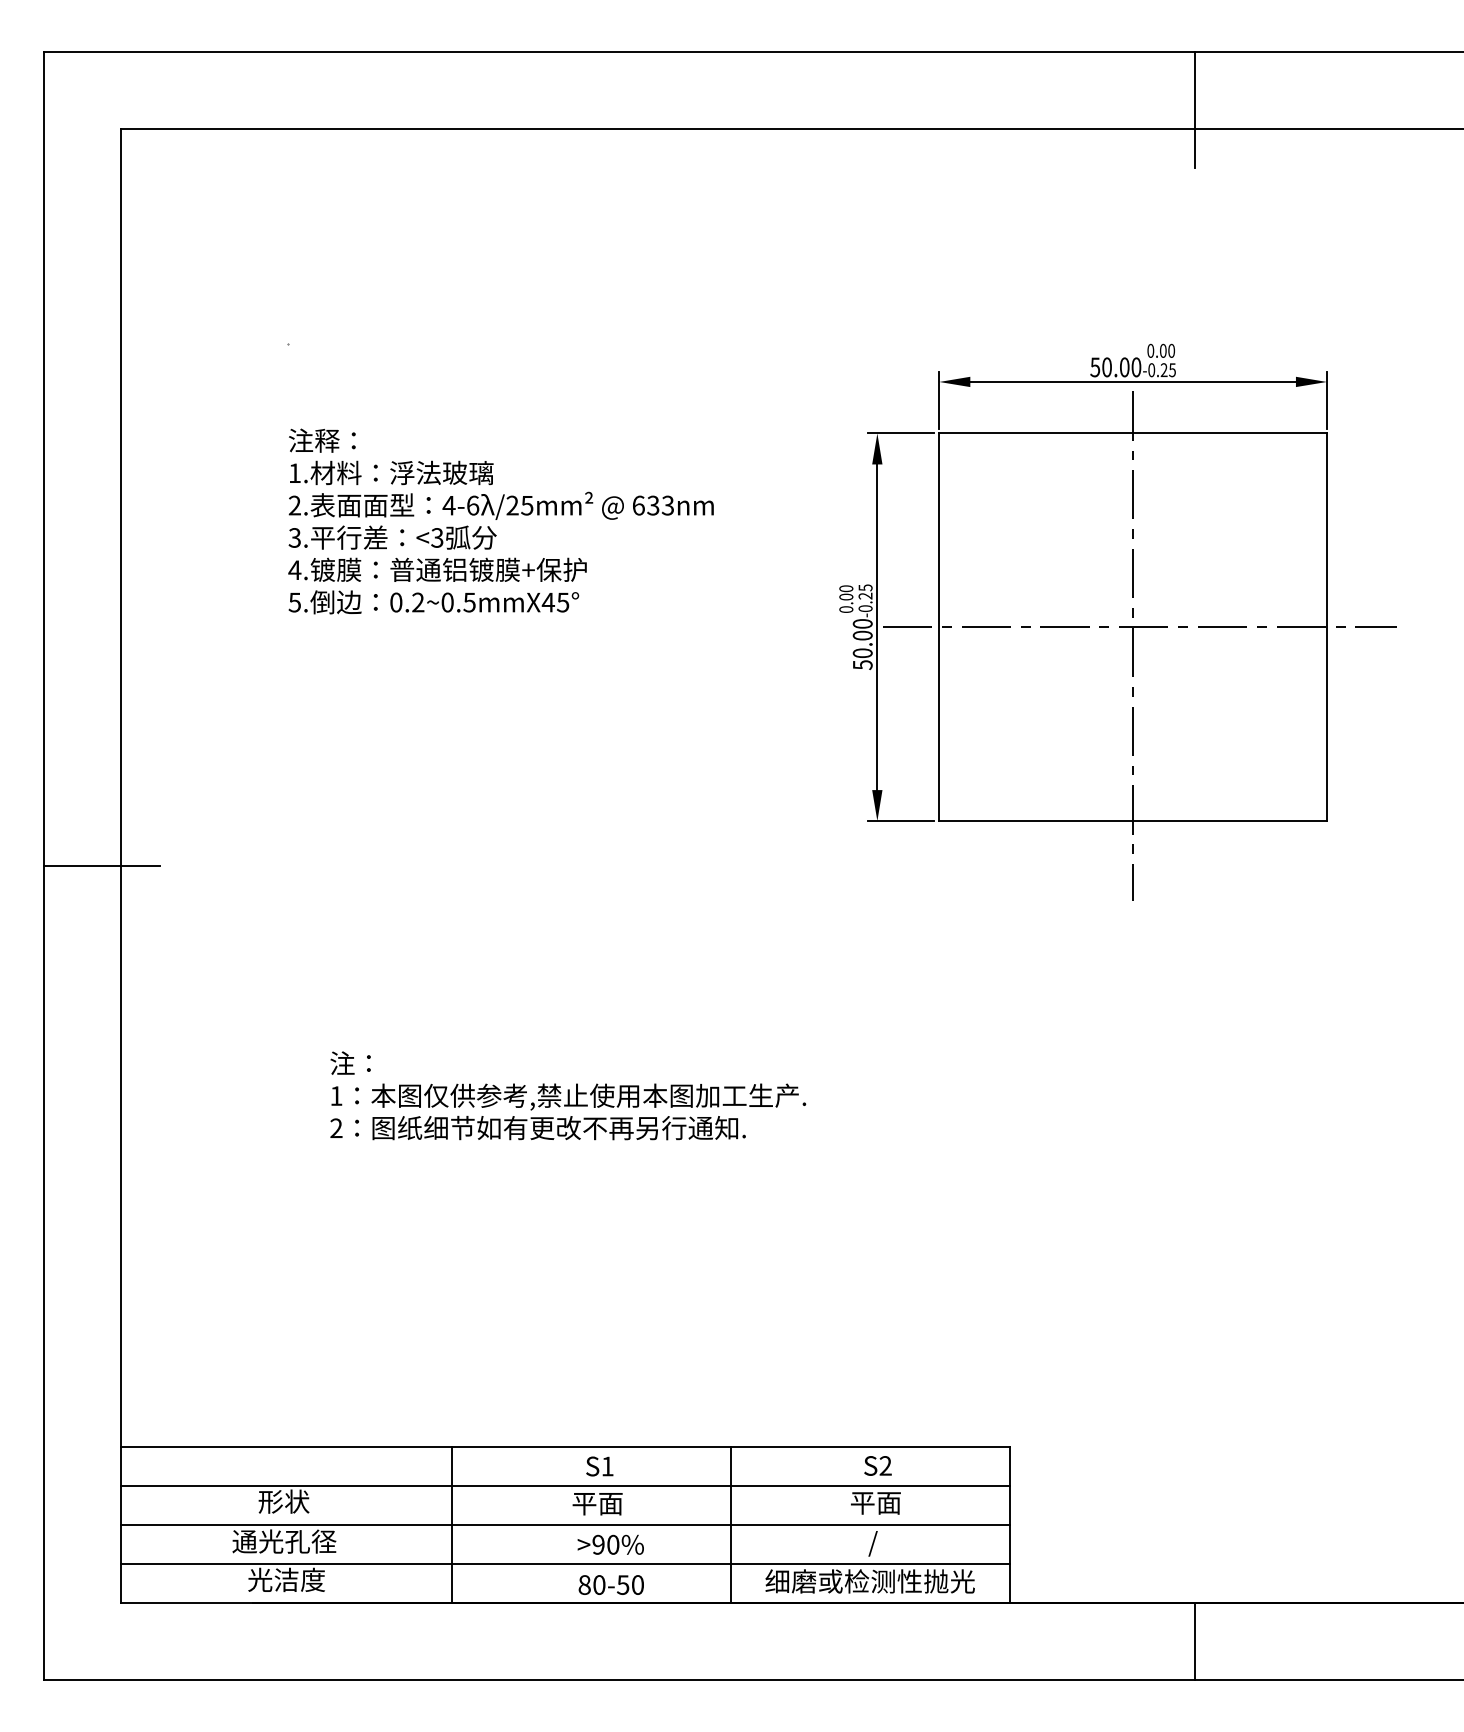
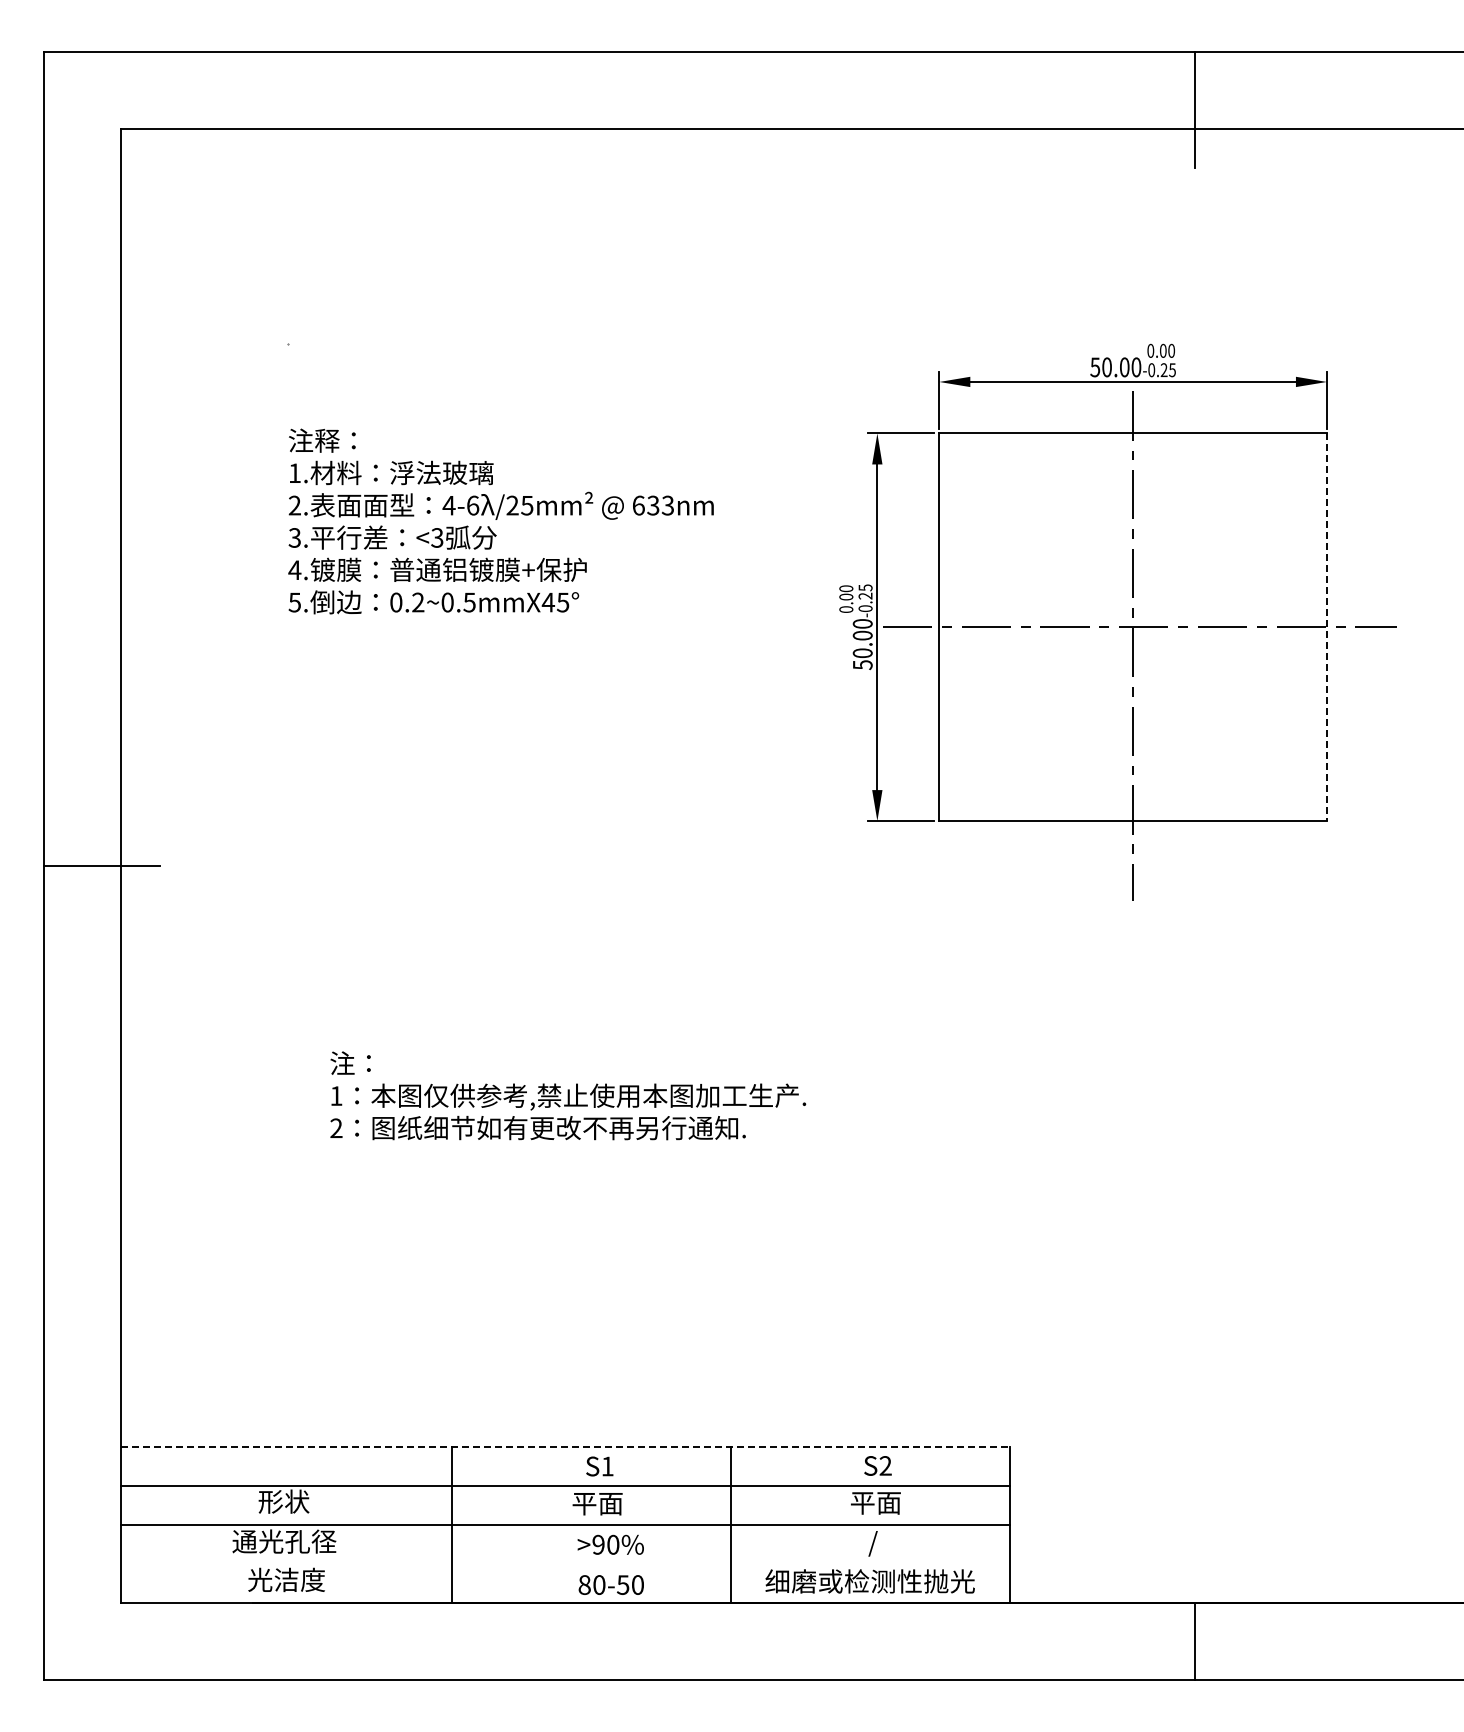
line at (1326, 627): solid -> dashed
line at (566, 1447): solid -> dashed
line at (565, 1563): present -> none
